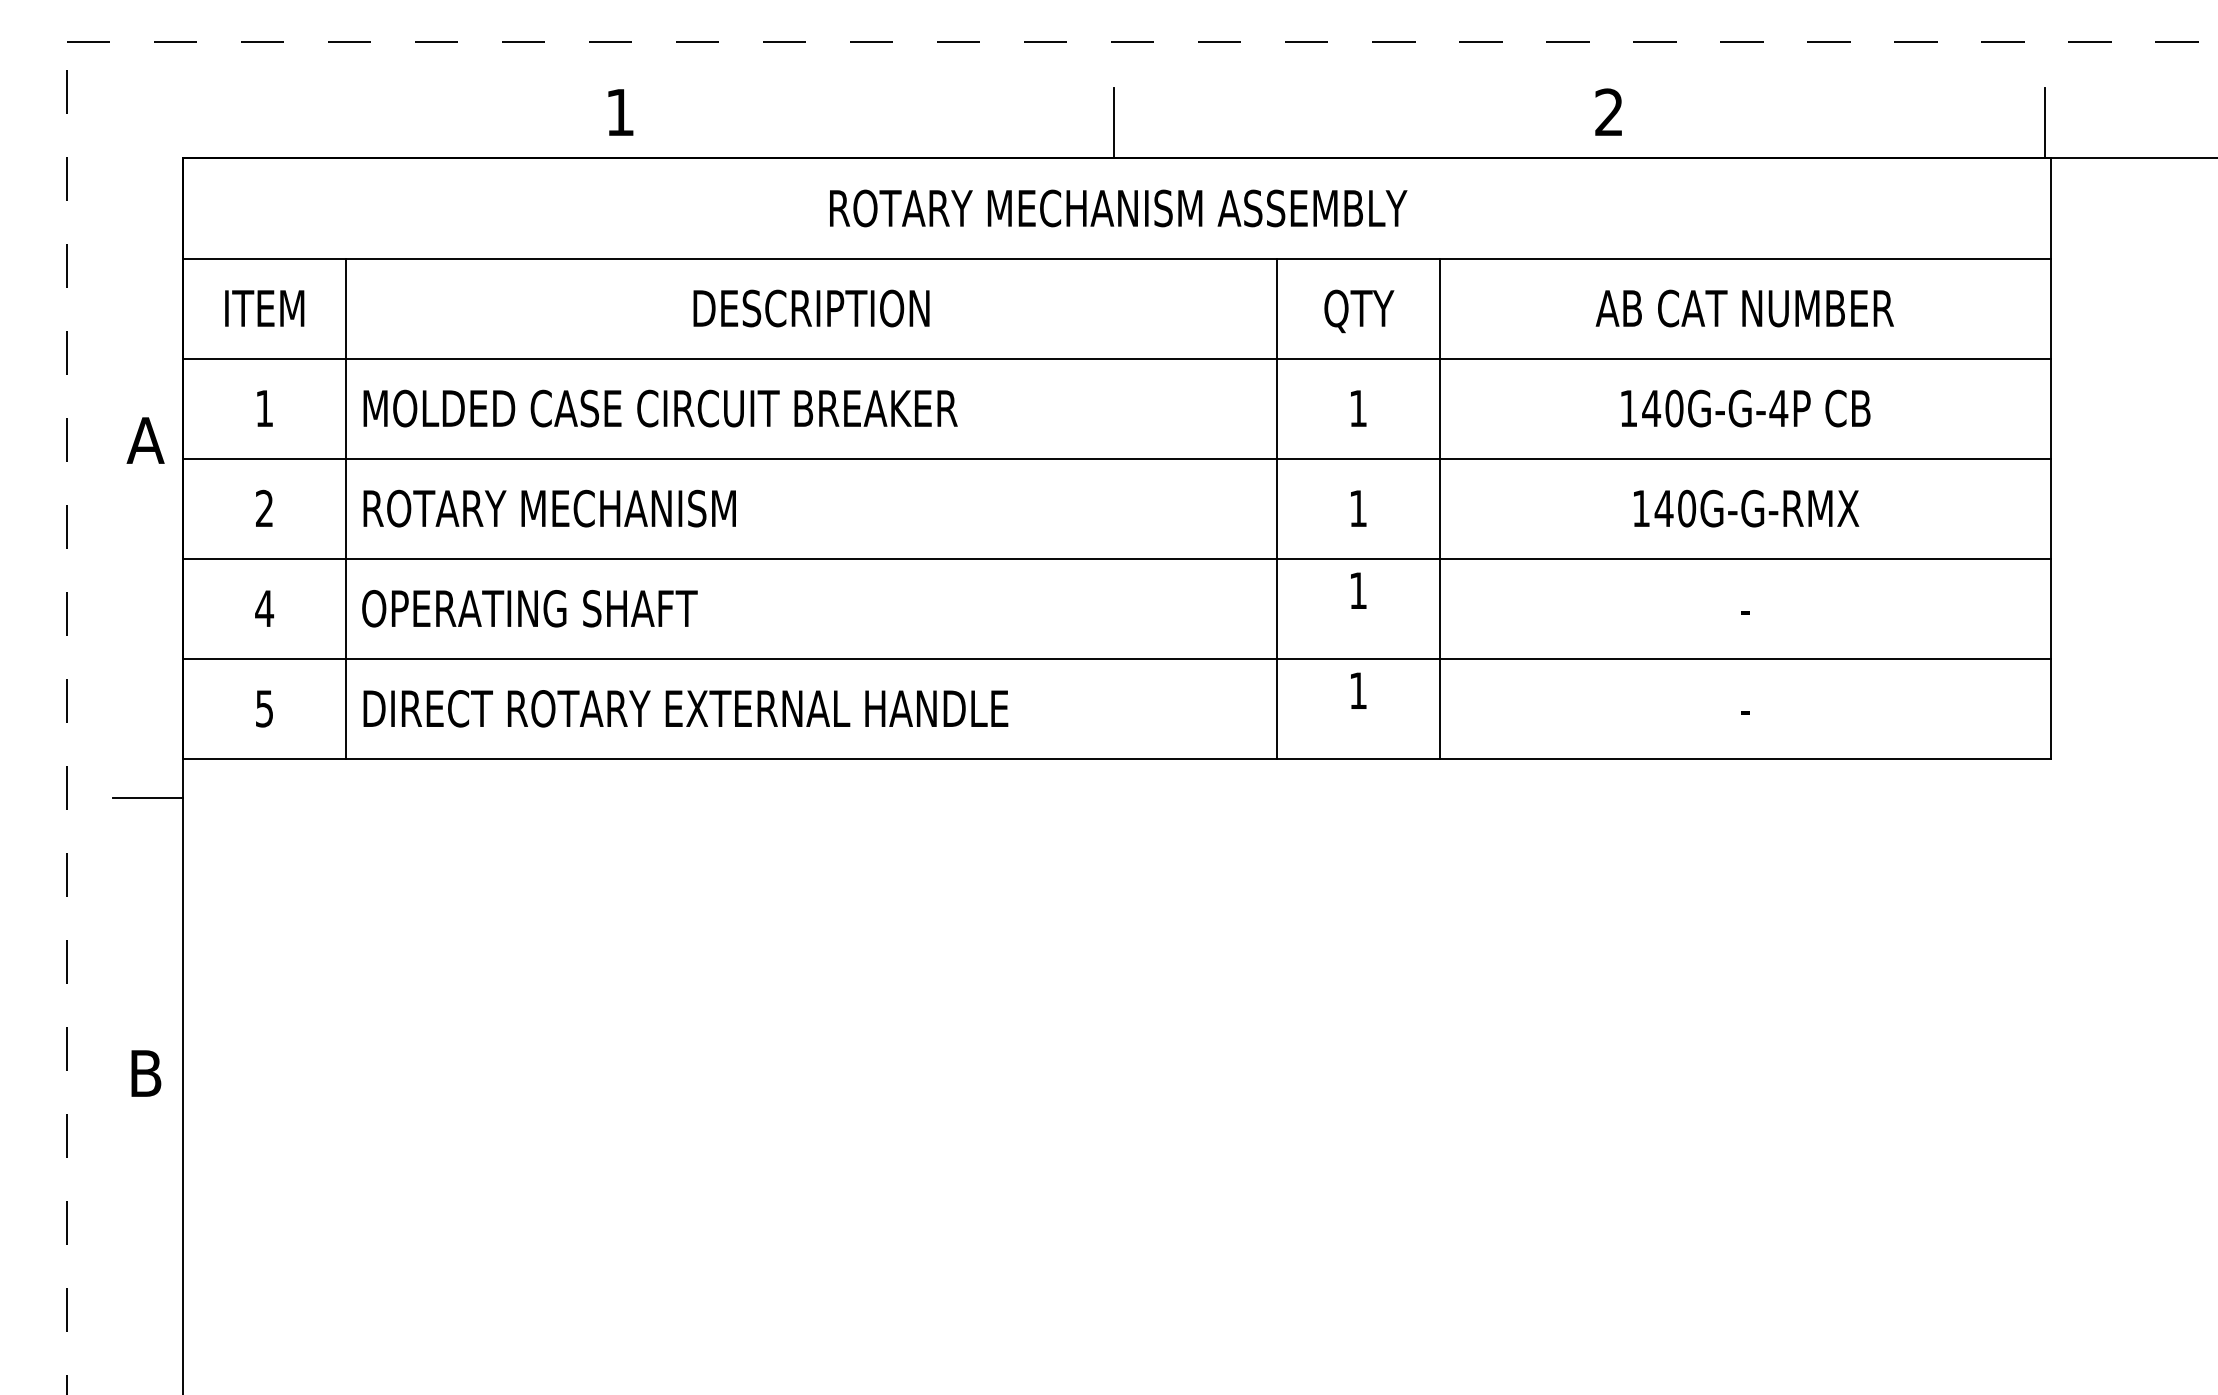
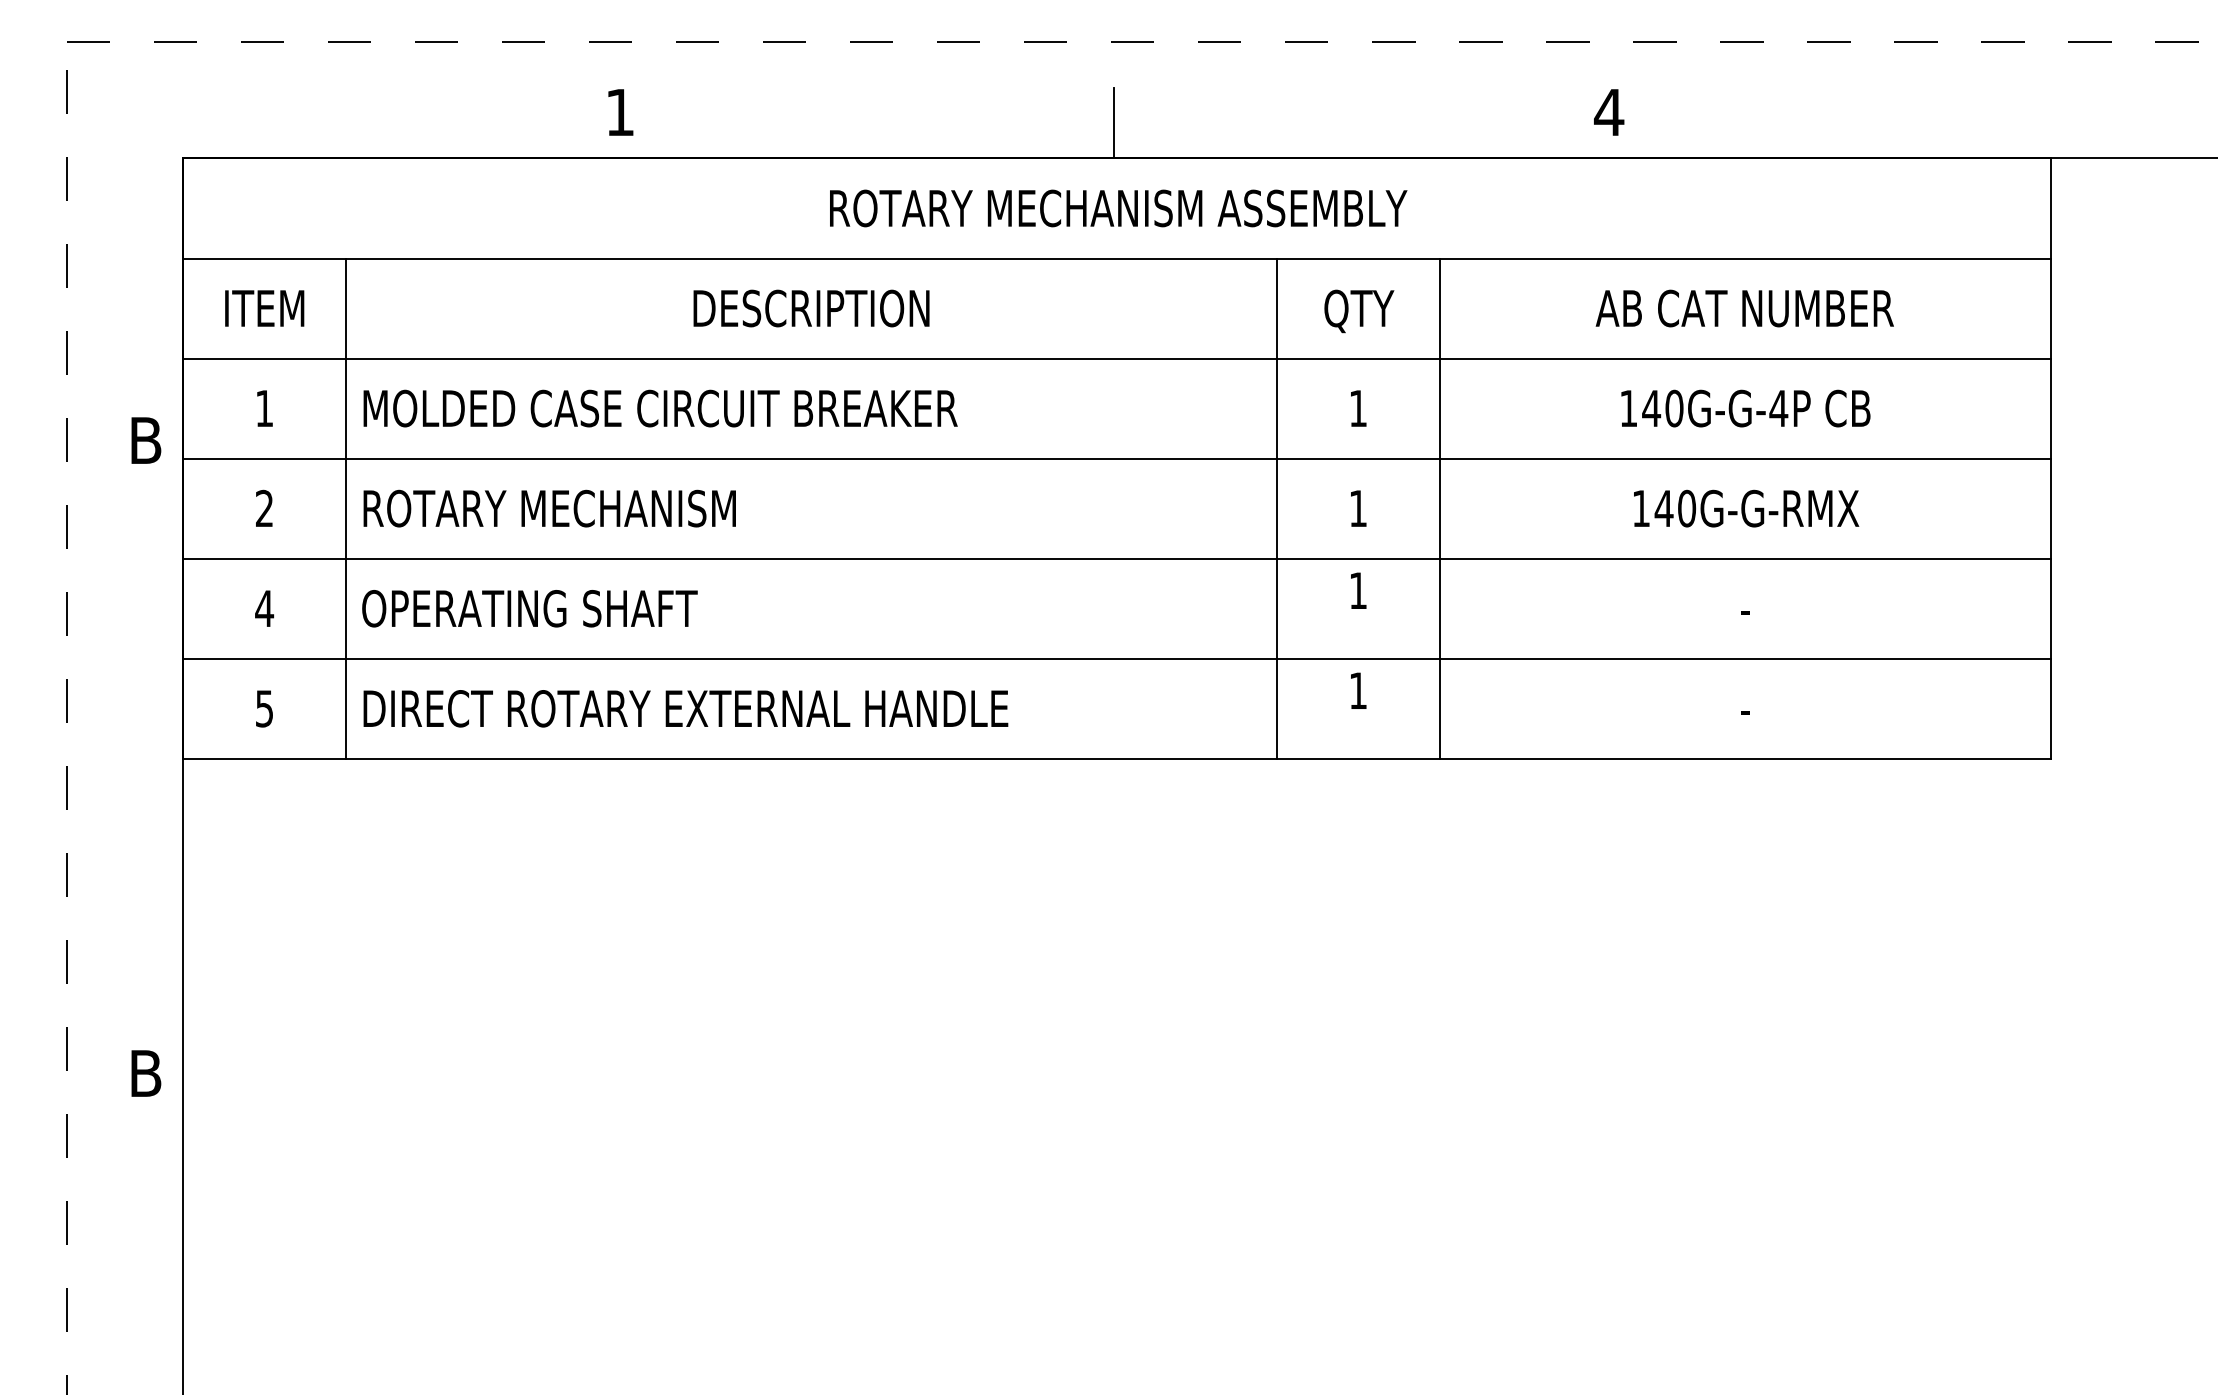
text at (1608, 111): 2 -> 4
line at (2044, 123): present -> none
text at (145, 440): A -> B
line at (147, 798): present -> none
